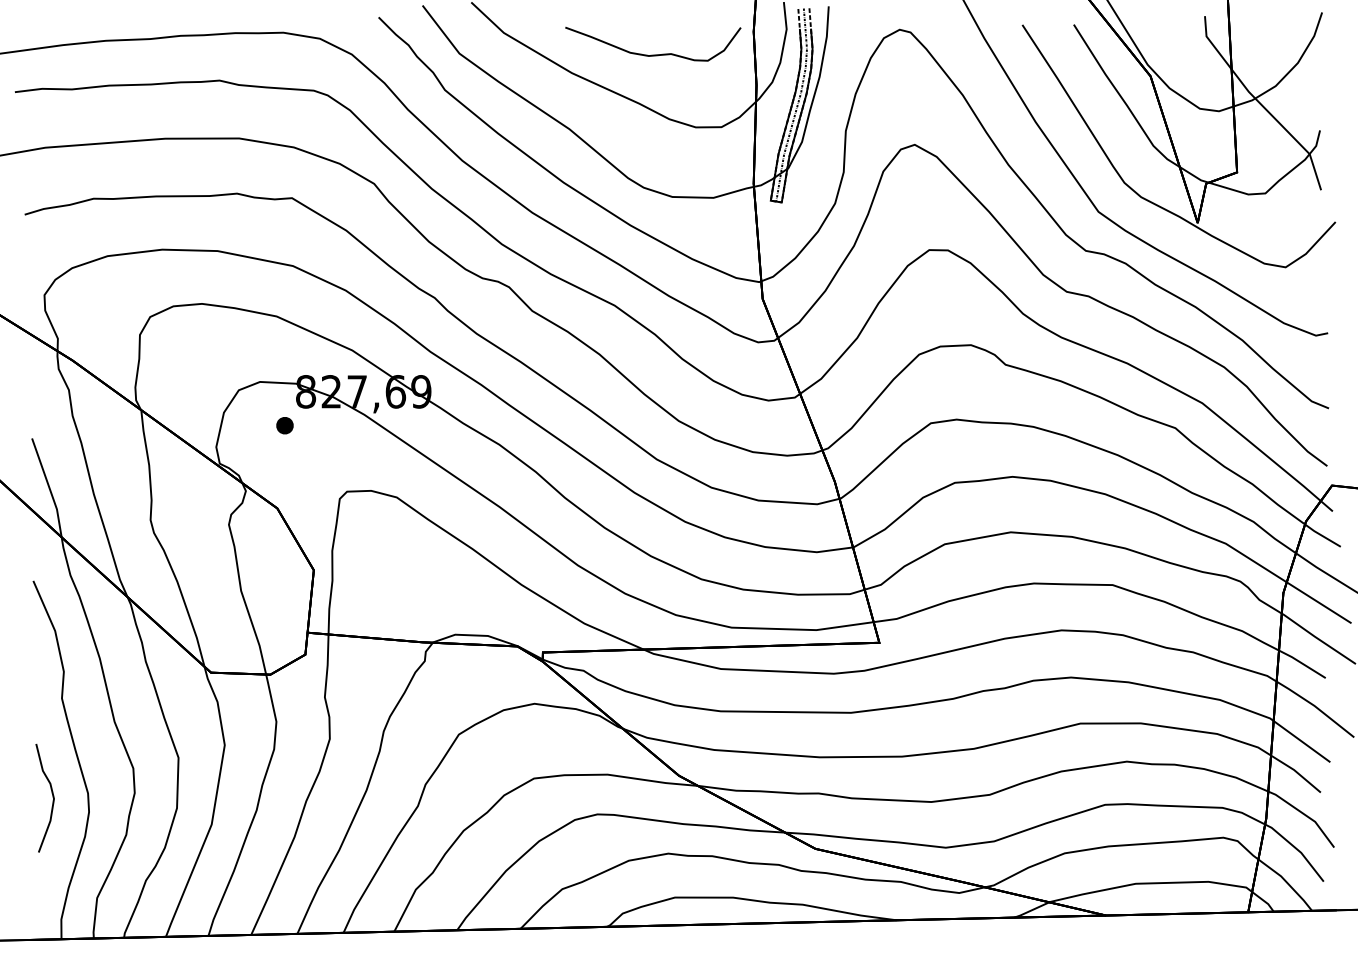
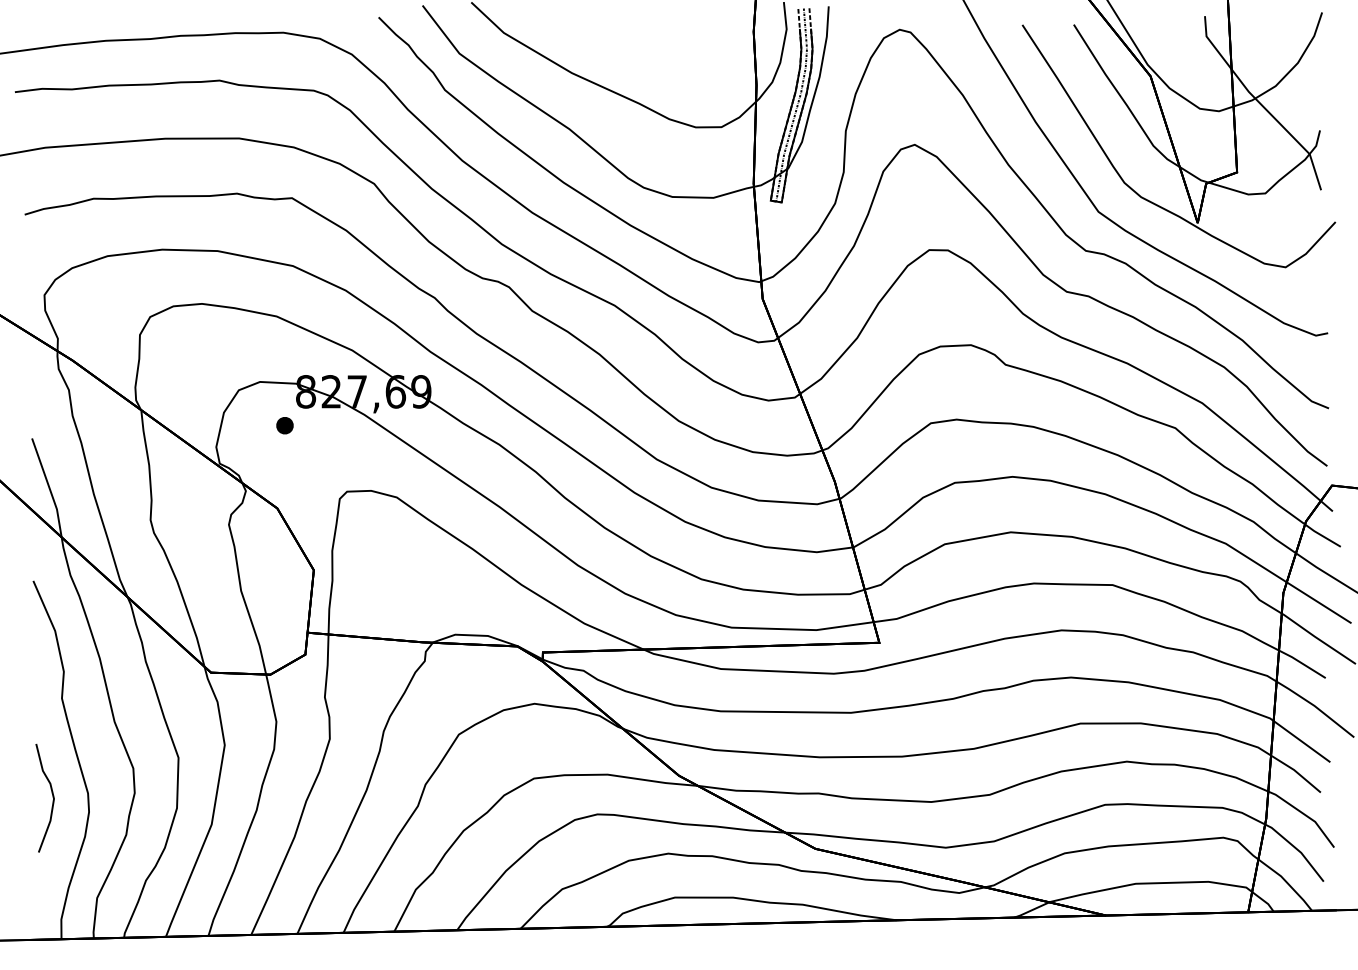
curve at (653, 54): present -> none
